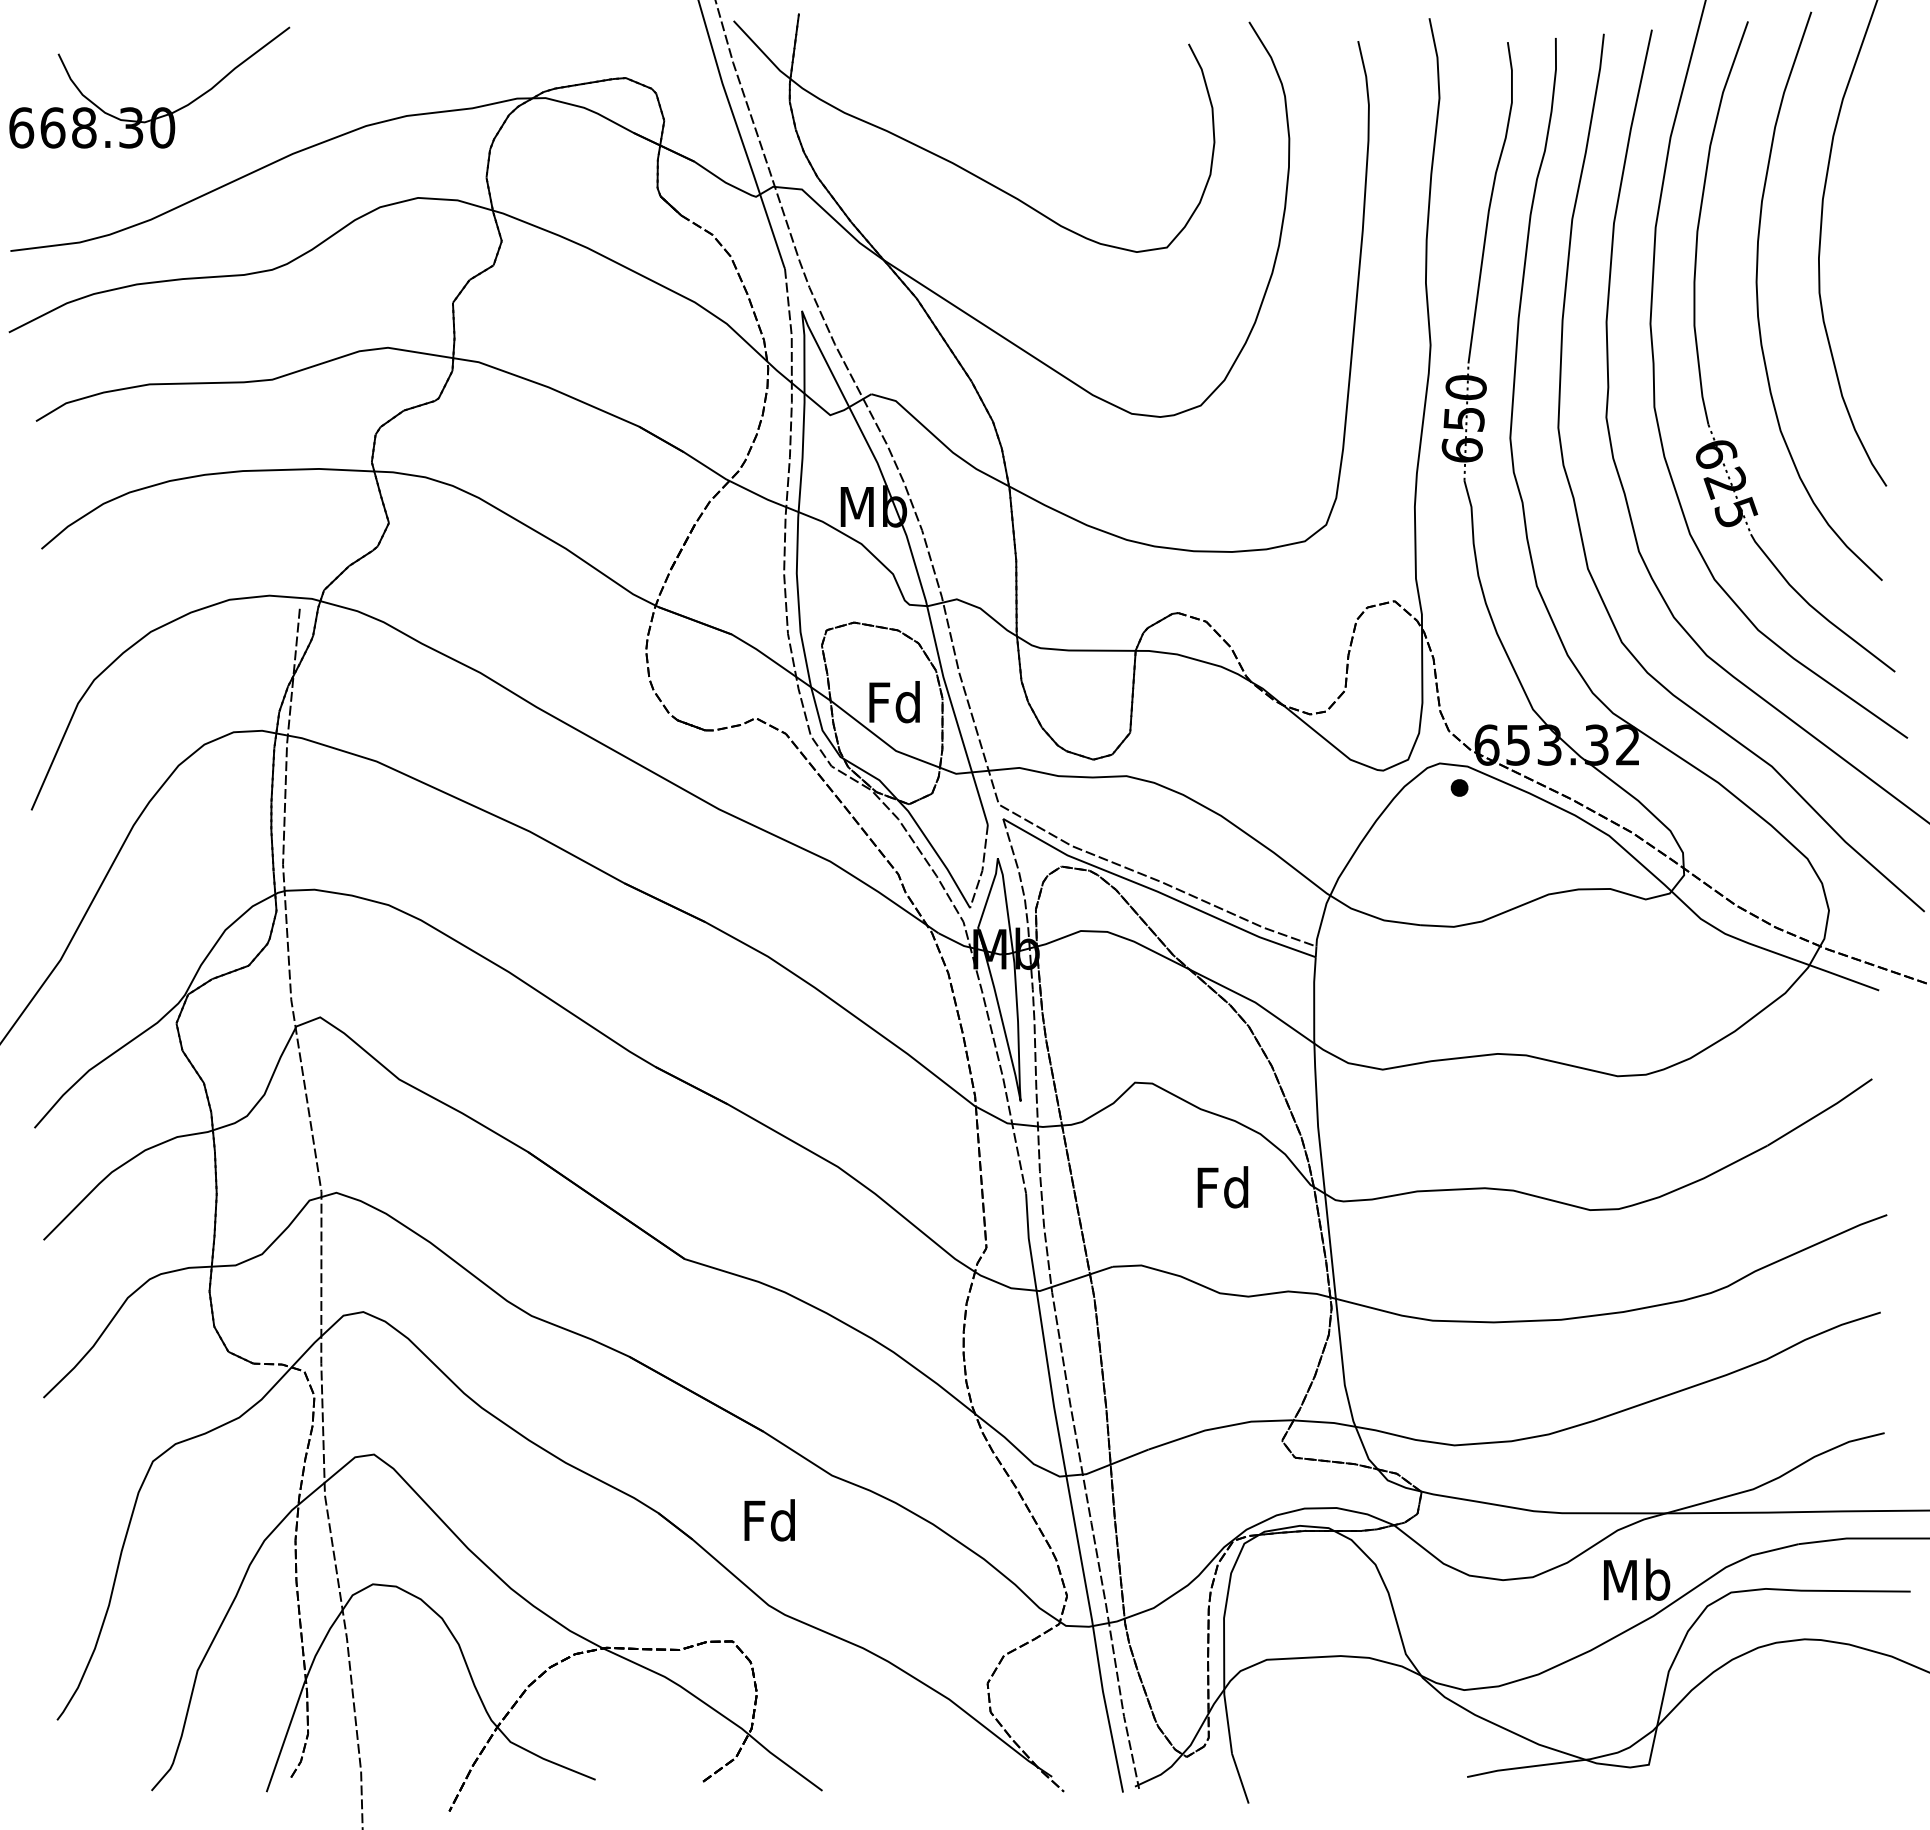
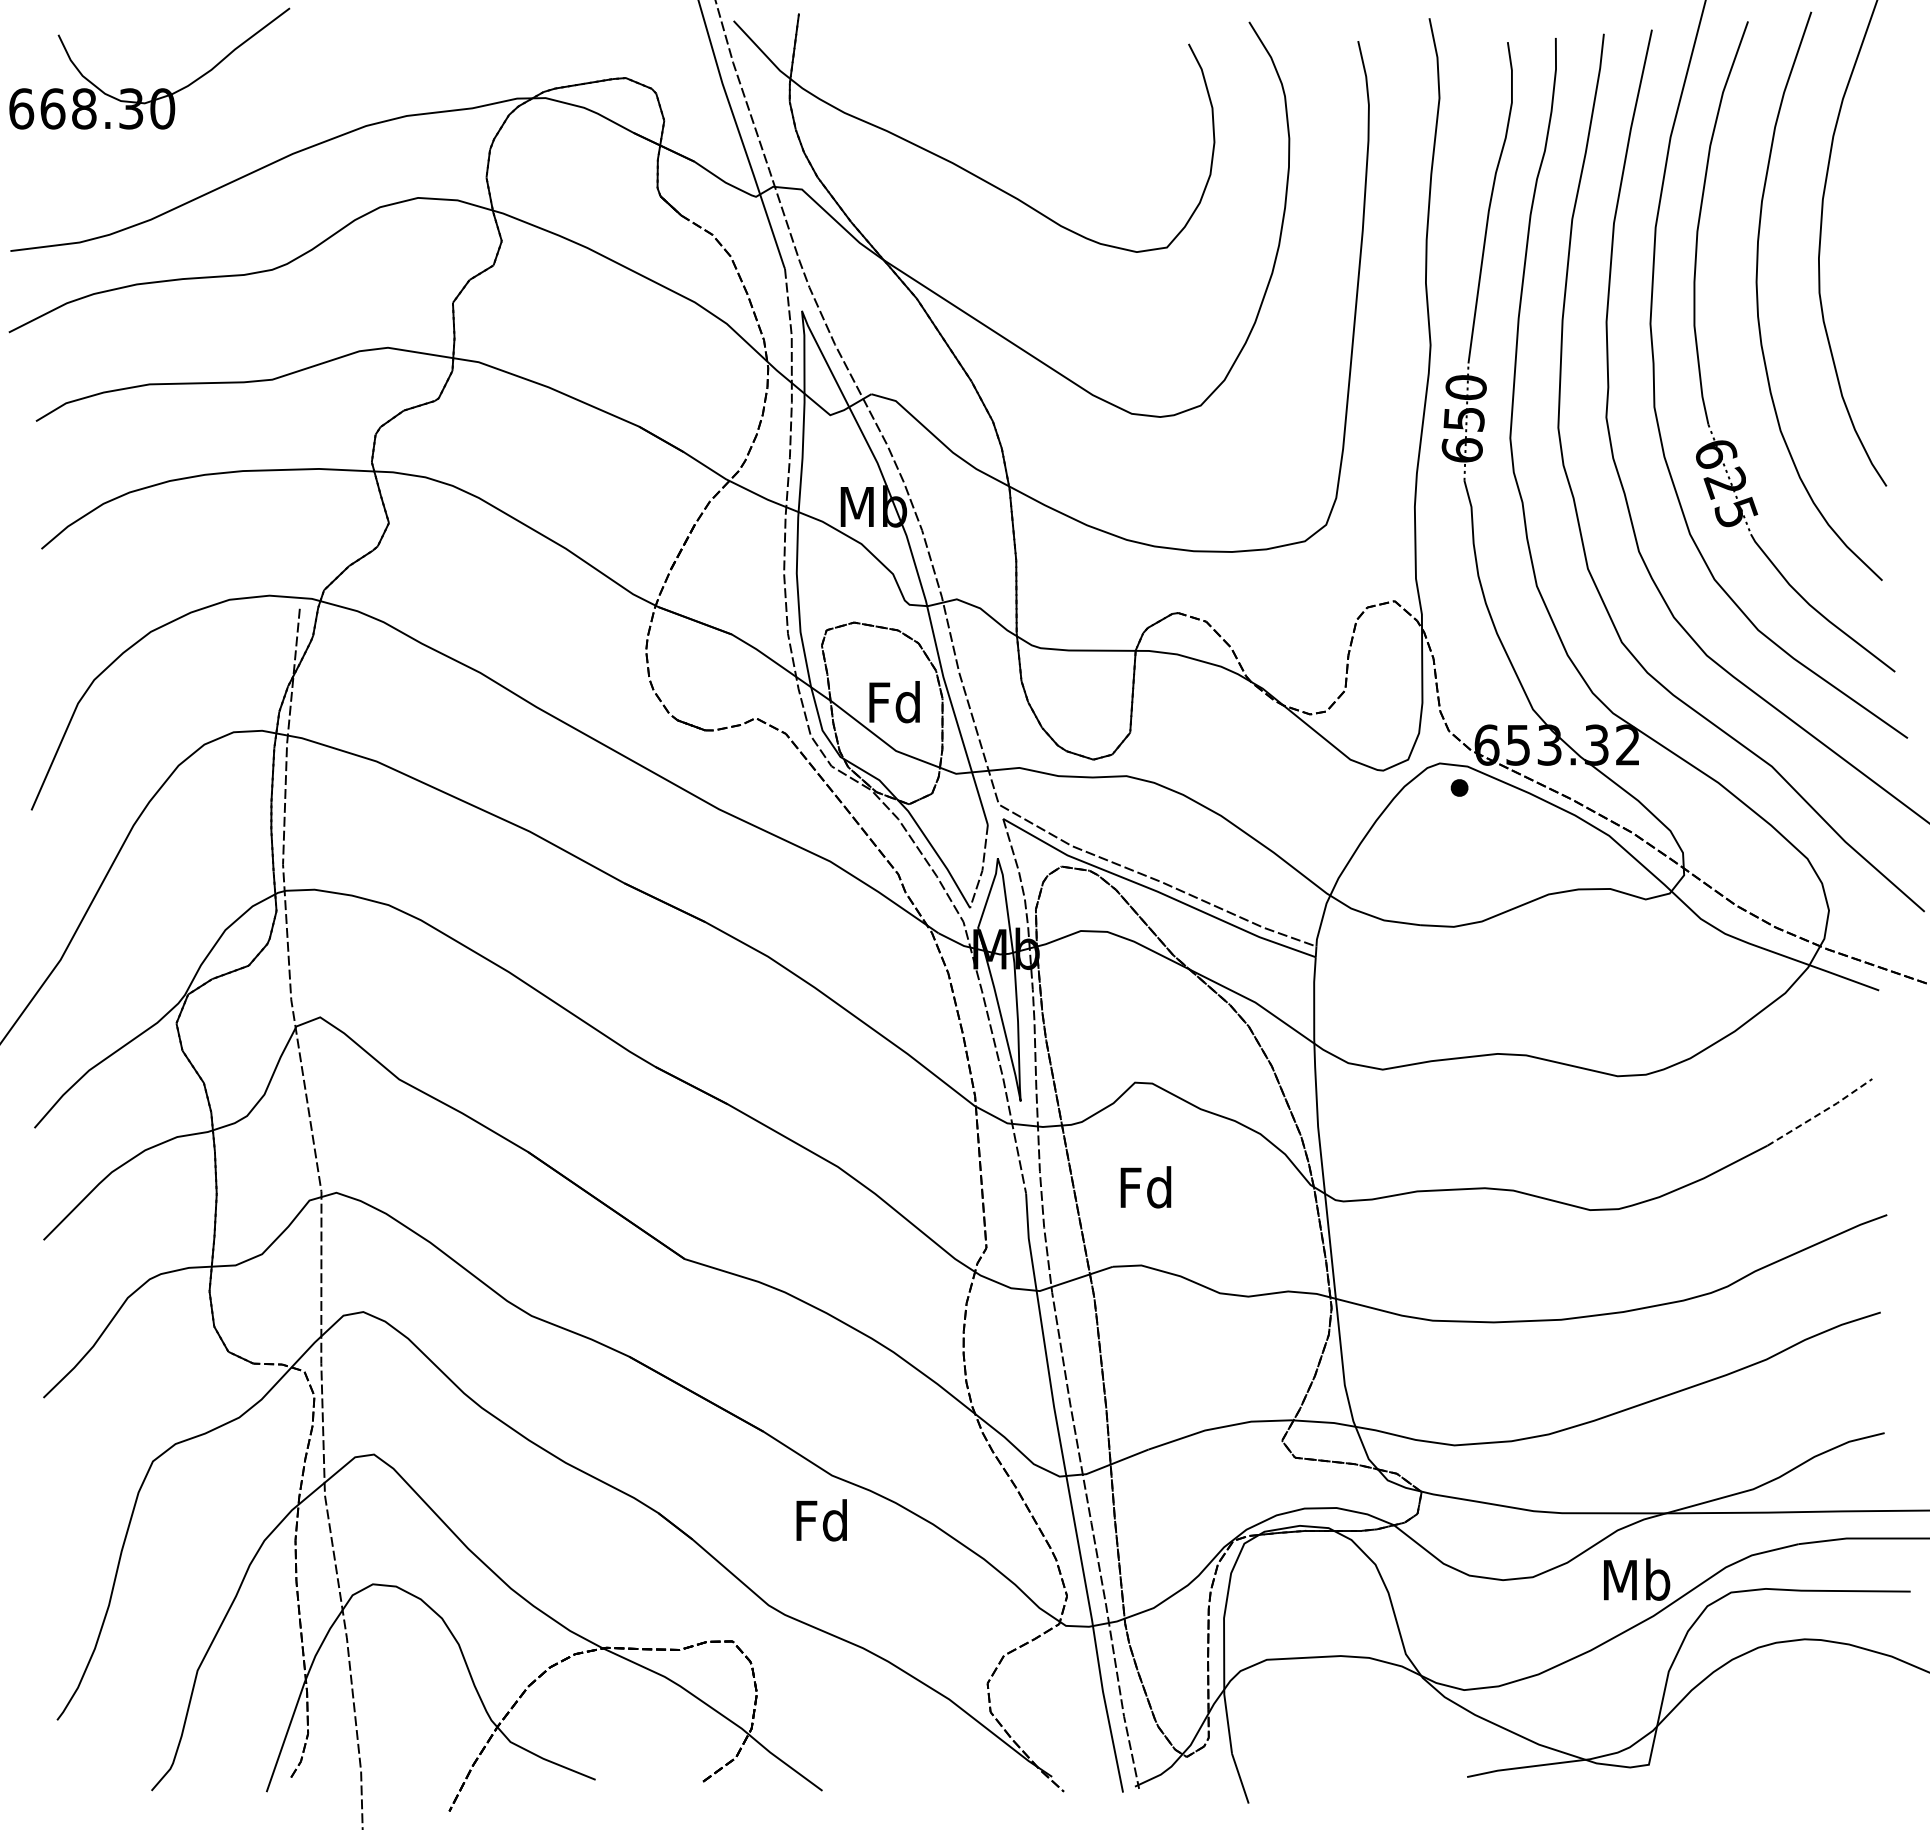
part at (159, 107) position: (159, 107) -> (159, 88)
line at (1821, 1113): solid -> dashed
text at (1222, 1187) position: (1222, 1187) -> (1145, 1187)
text at (769, 1520) position: (769, 1520) -> (821, 1520)
